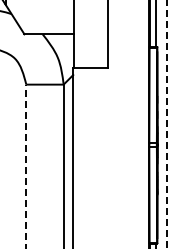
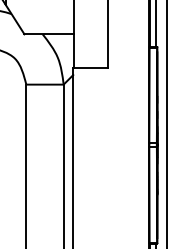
line at (167, 124): dashed -> solid
line at (26, 166): dashed -> solid
